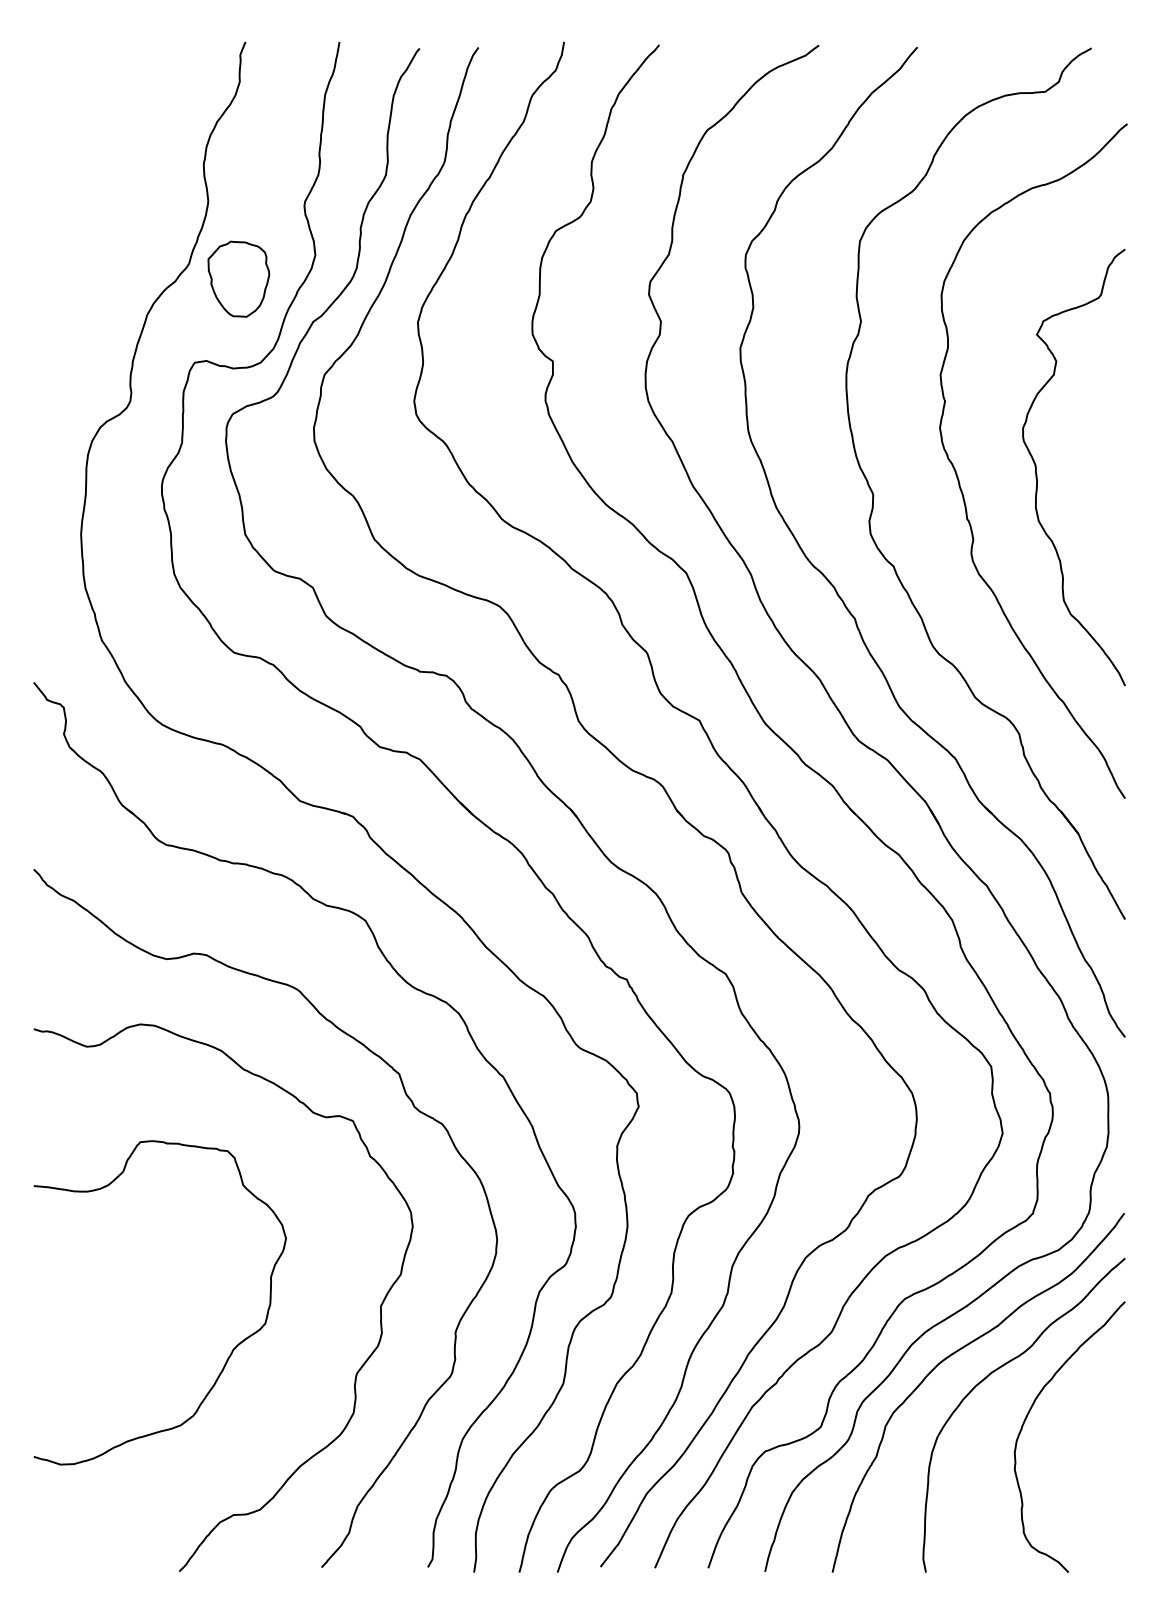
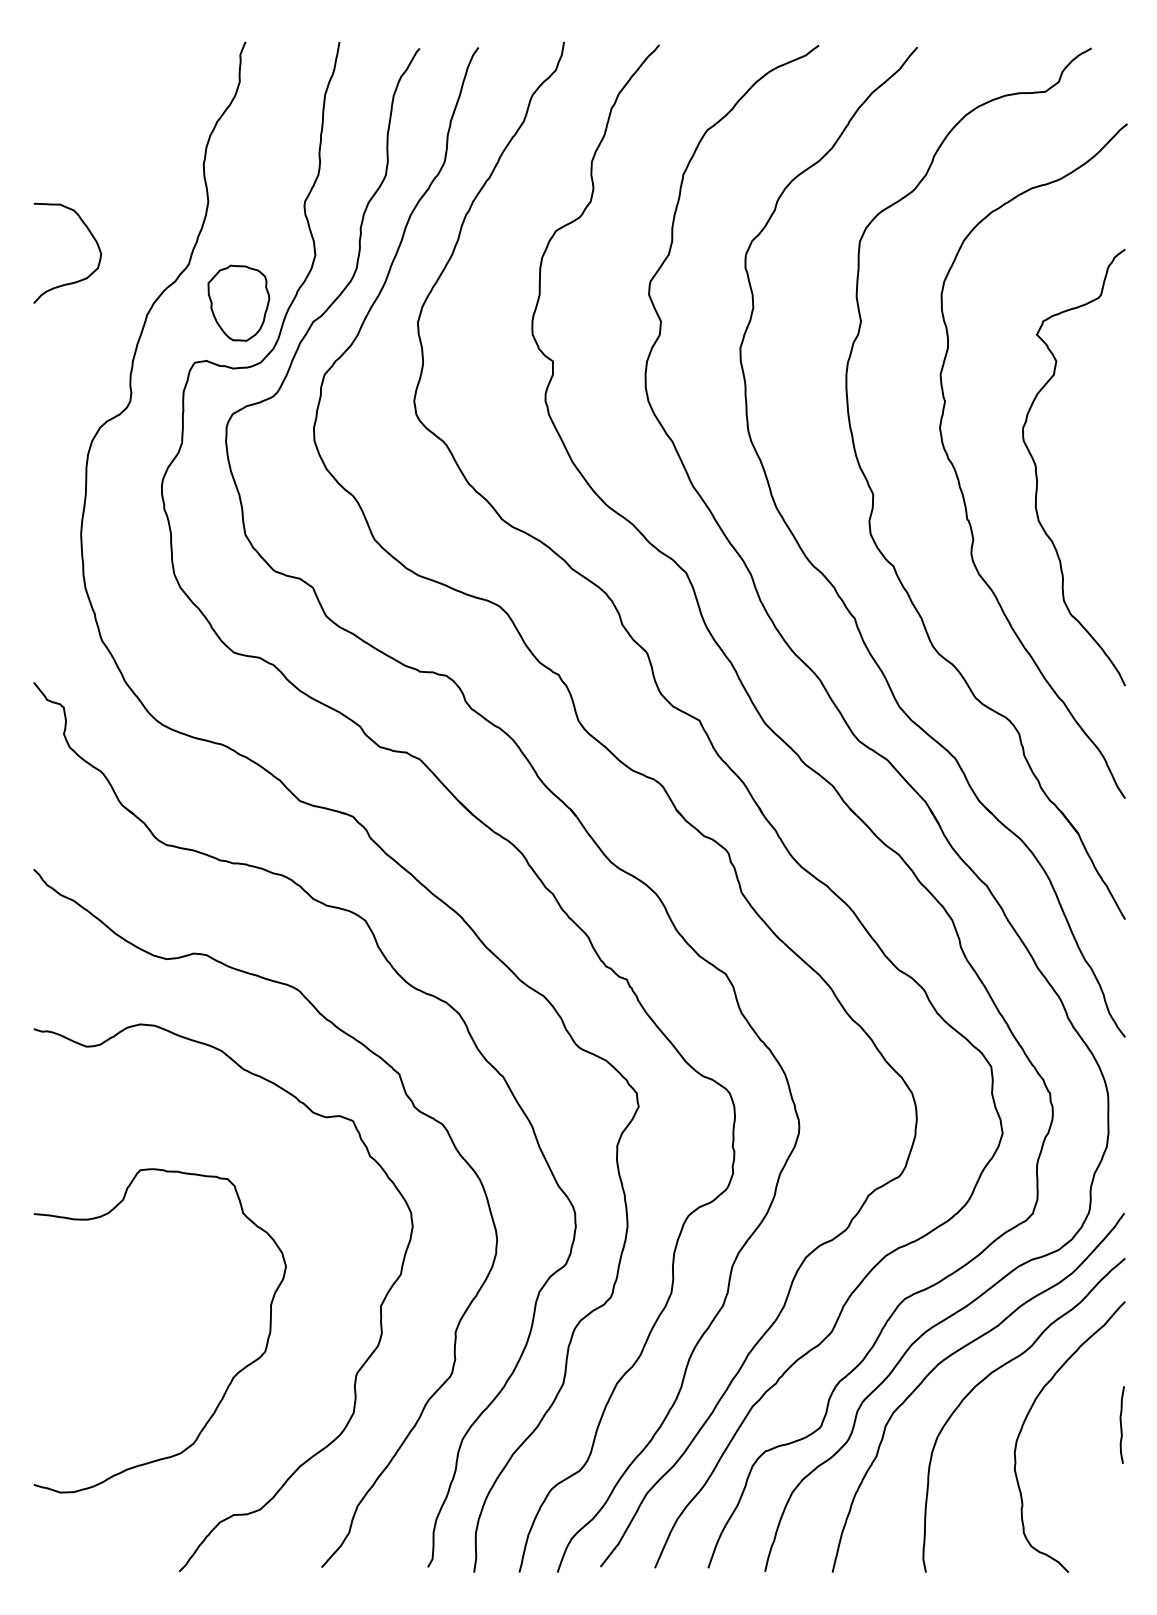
curve at (92, 237): none -> present
part at (238, 278) position: (238, 278) -> (238, 302)
curve at (232, 1349) position: (232, 1349) -> (232, 1377)
curve at (1121, 1424): none -> present
